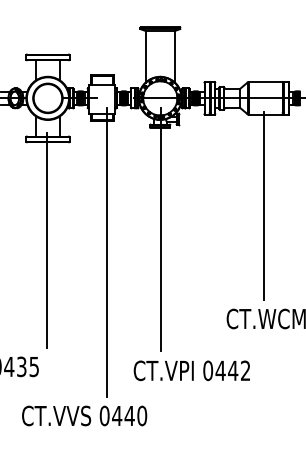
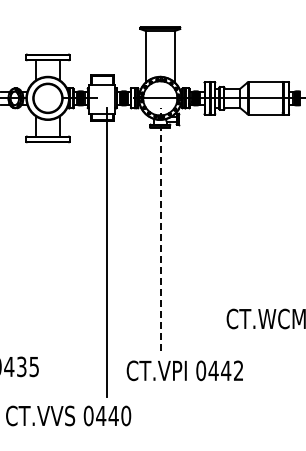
line at (263, 205): present -> none
line at (161, 229): solid -> dashed
line at (47, 240): present -> none
text at (191, 370) position: (191, 370) -> (184, 370)
text at (84, 415) position: (84, 415) -> (68, 415)
